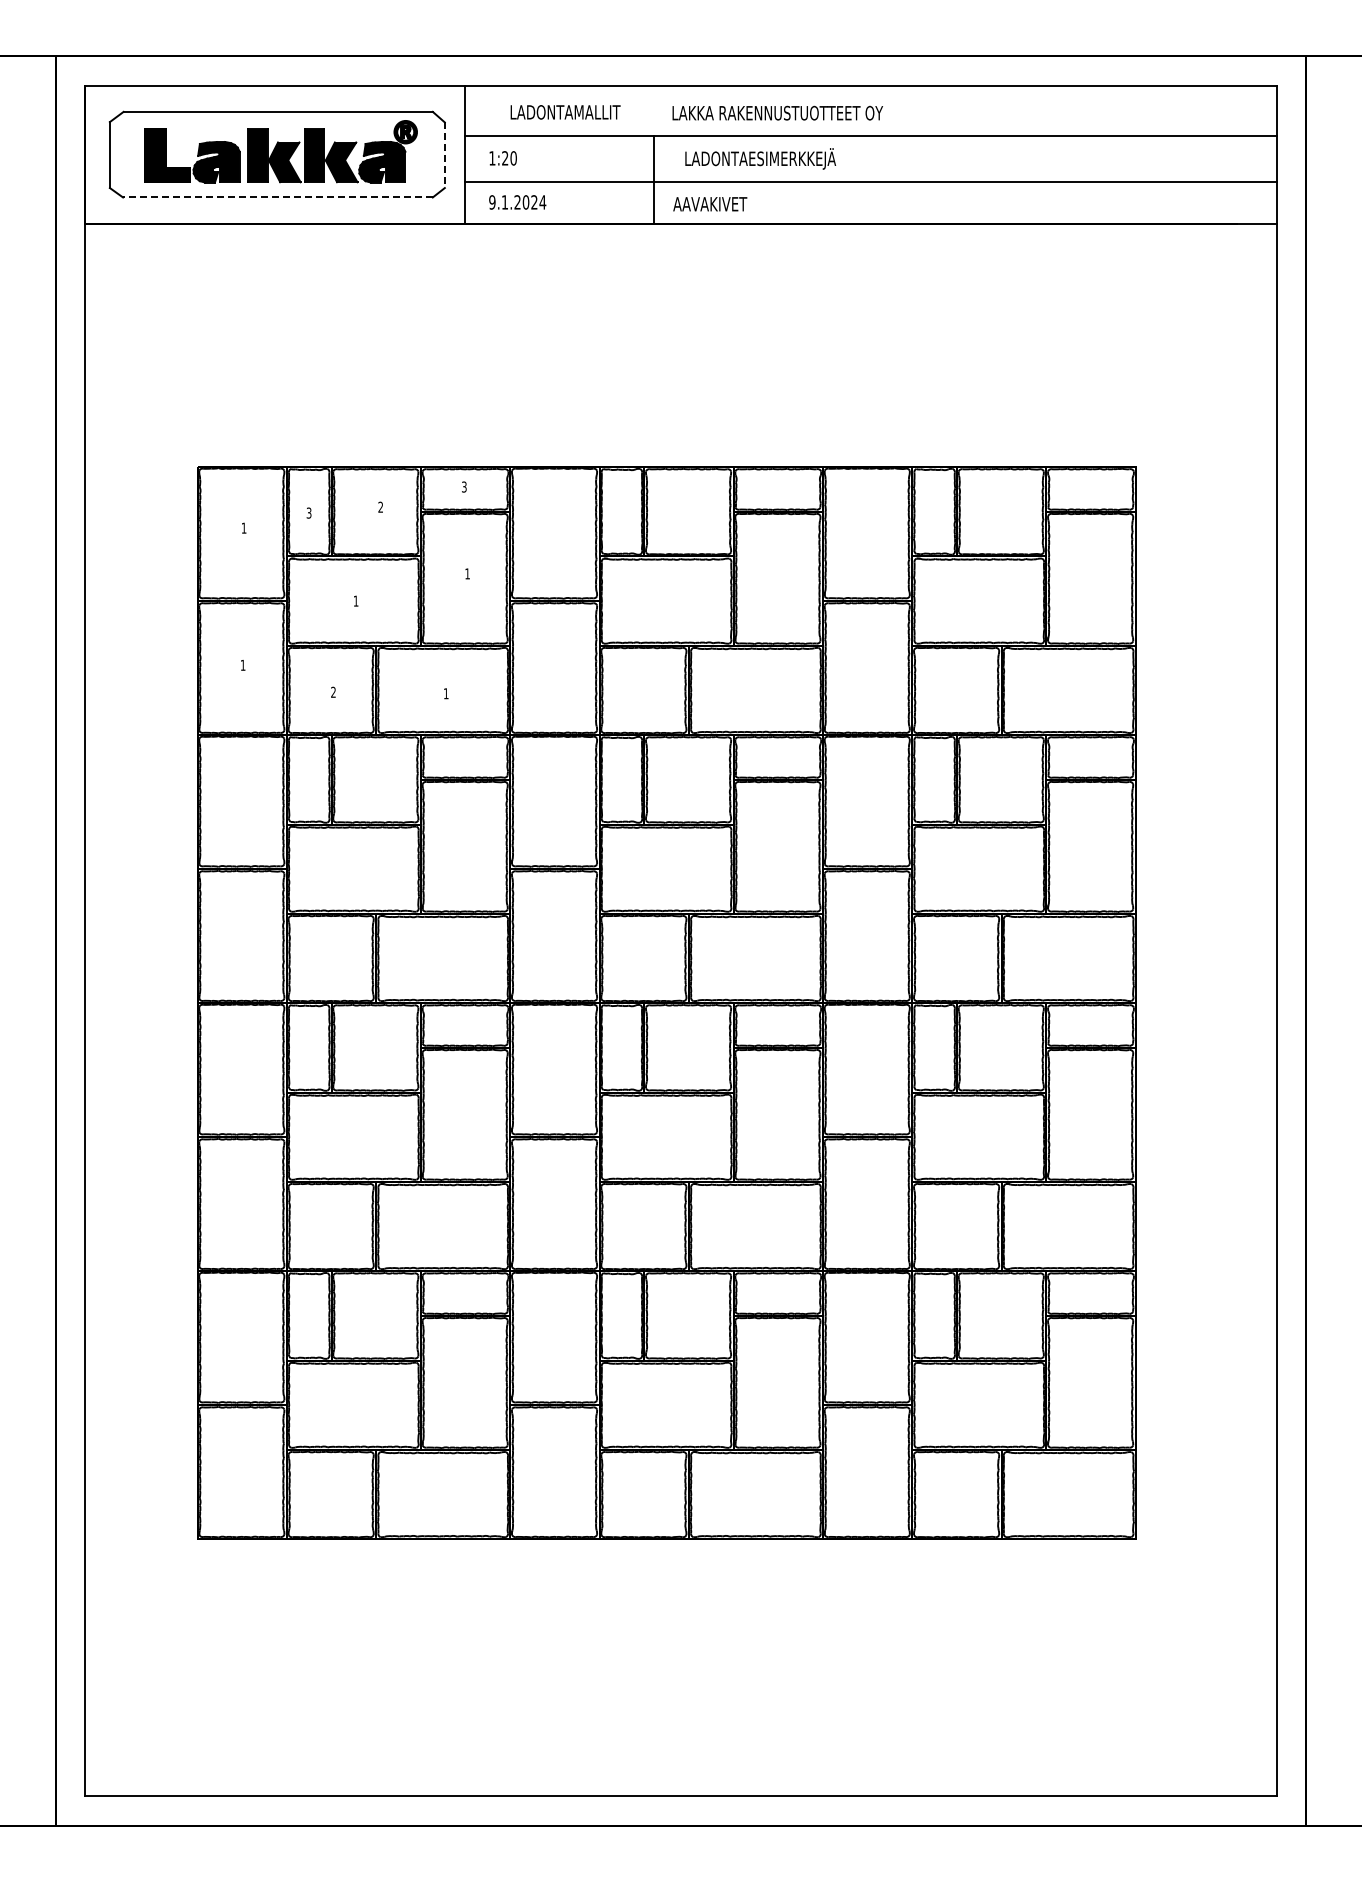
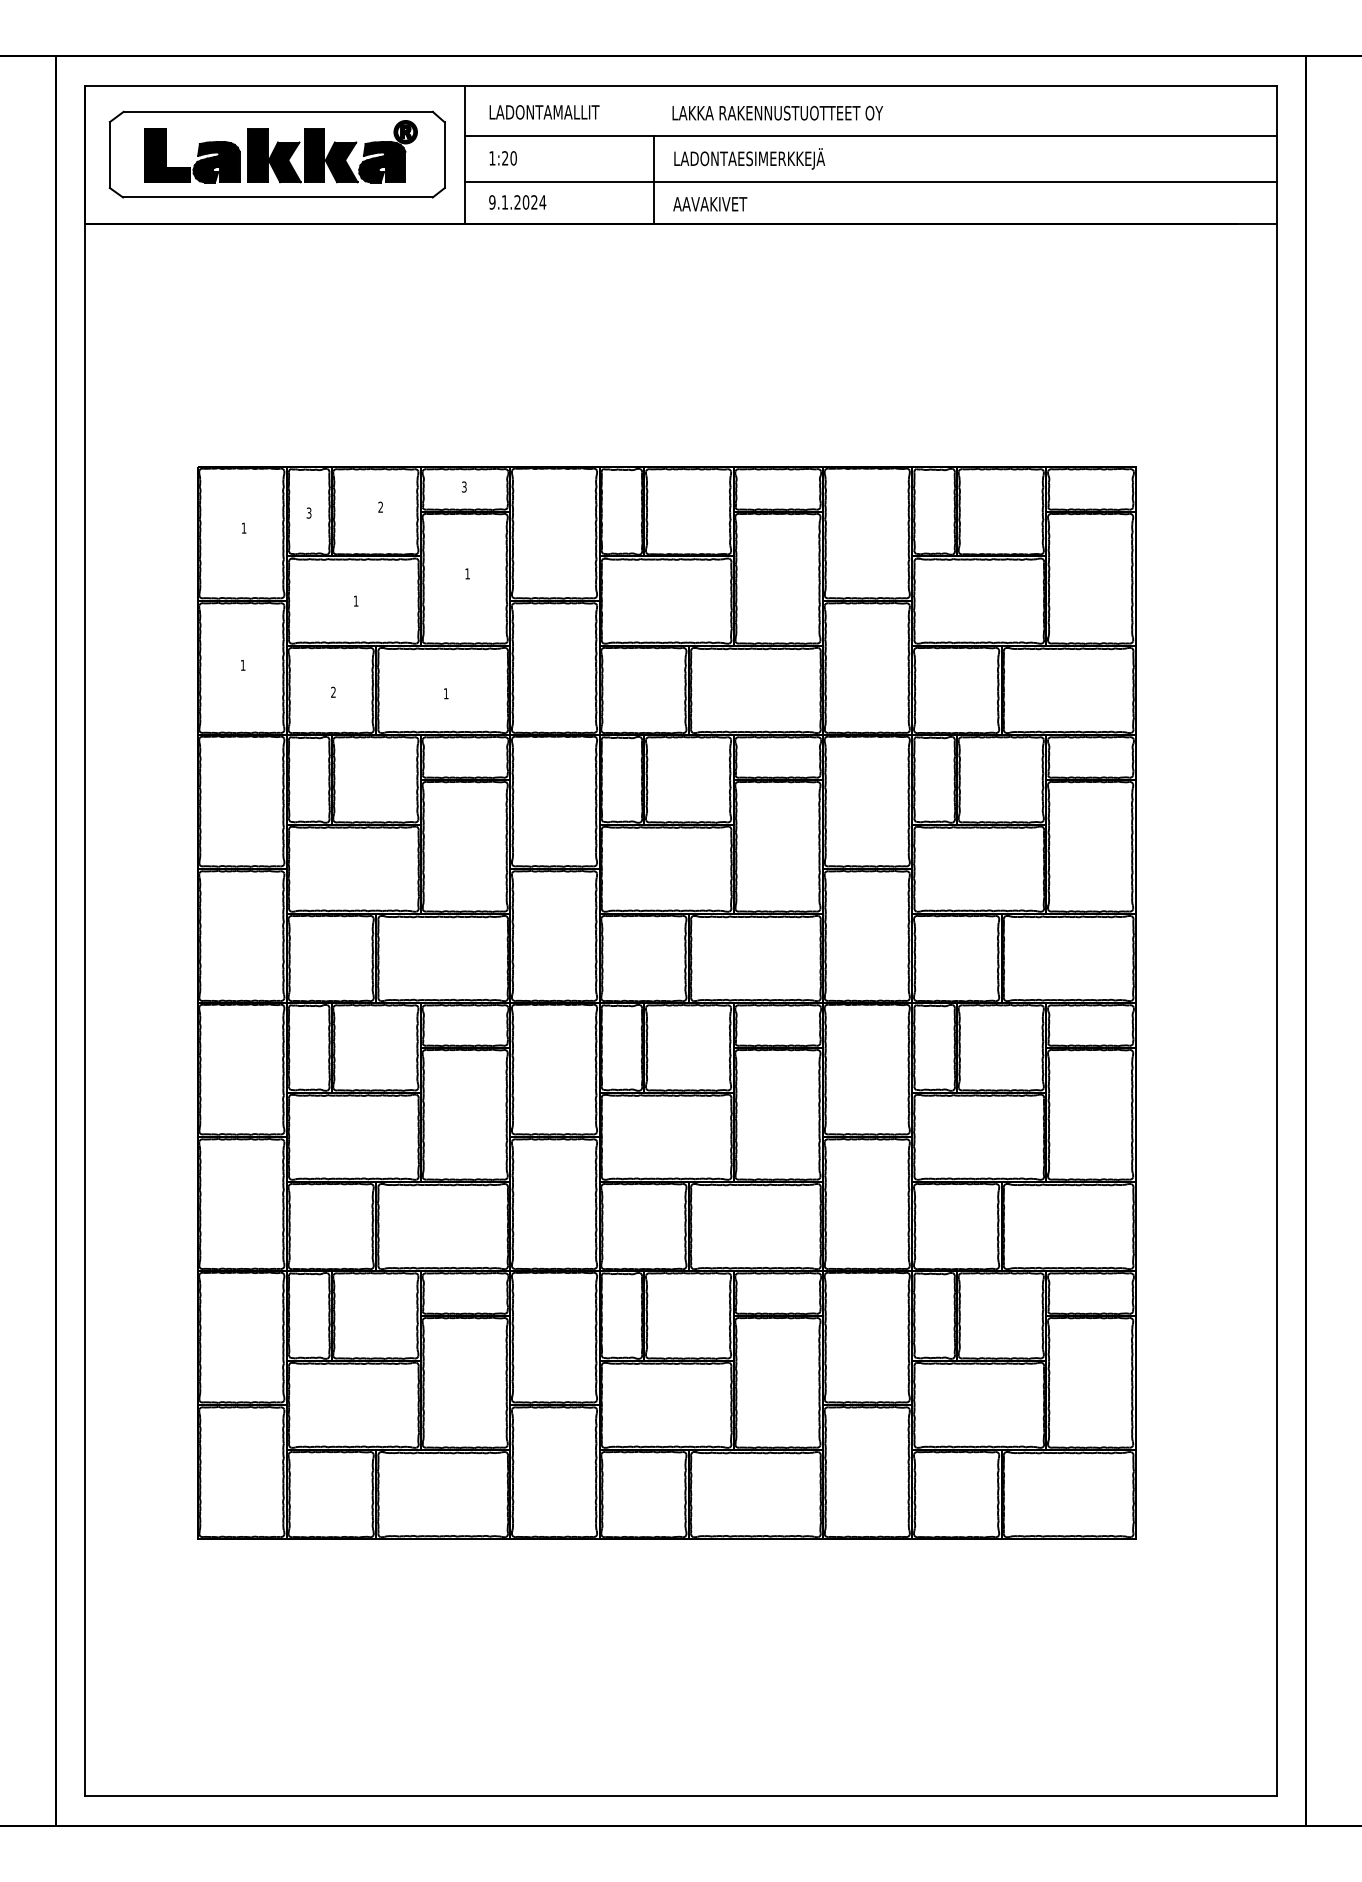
text at (565, 112) position: (565, 112) -> (544, 112)
line at (444, 155): dashed -> solid
text at (760, 158) position: (760, 158) -> (749, 158)
line at (277, 197): dashed -> solid
